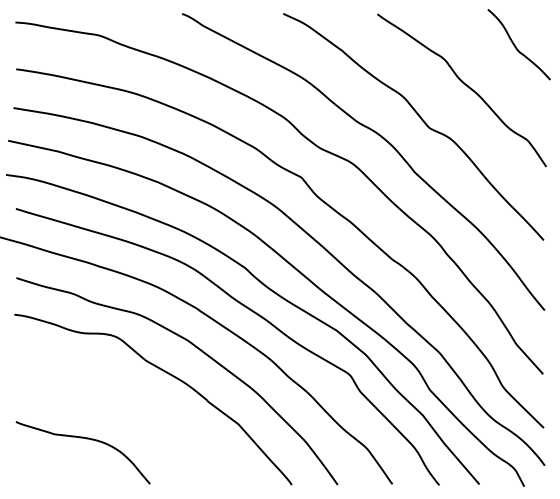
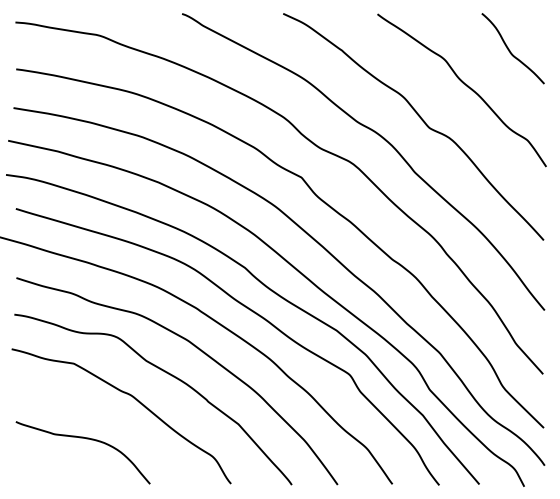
curve at (516, 46) position: (516, 46) -> (510, 50)
curve at (134, 399): none -> present
